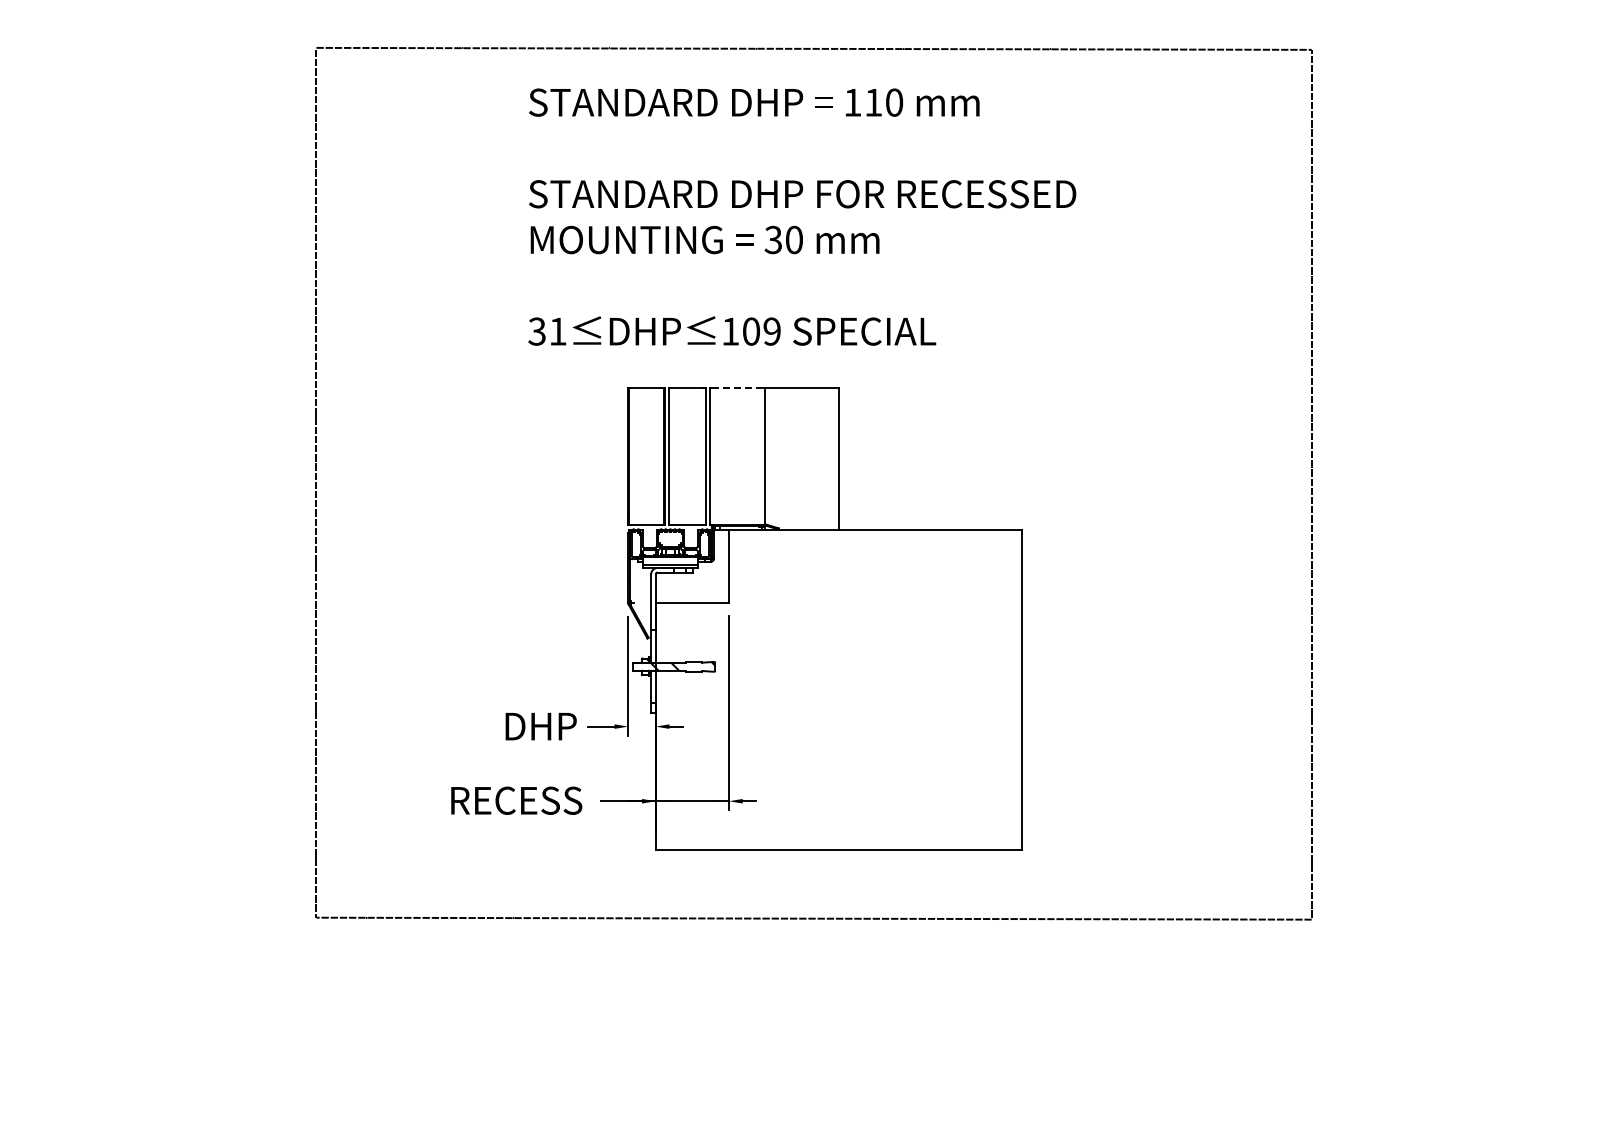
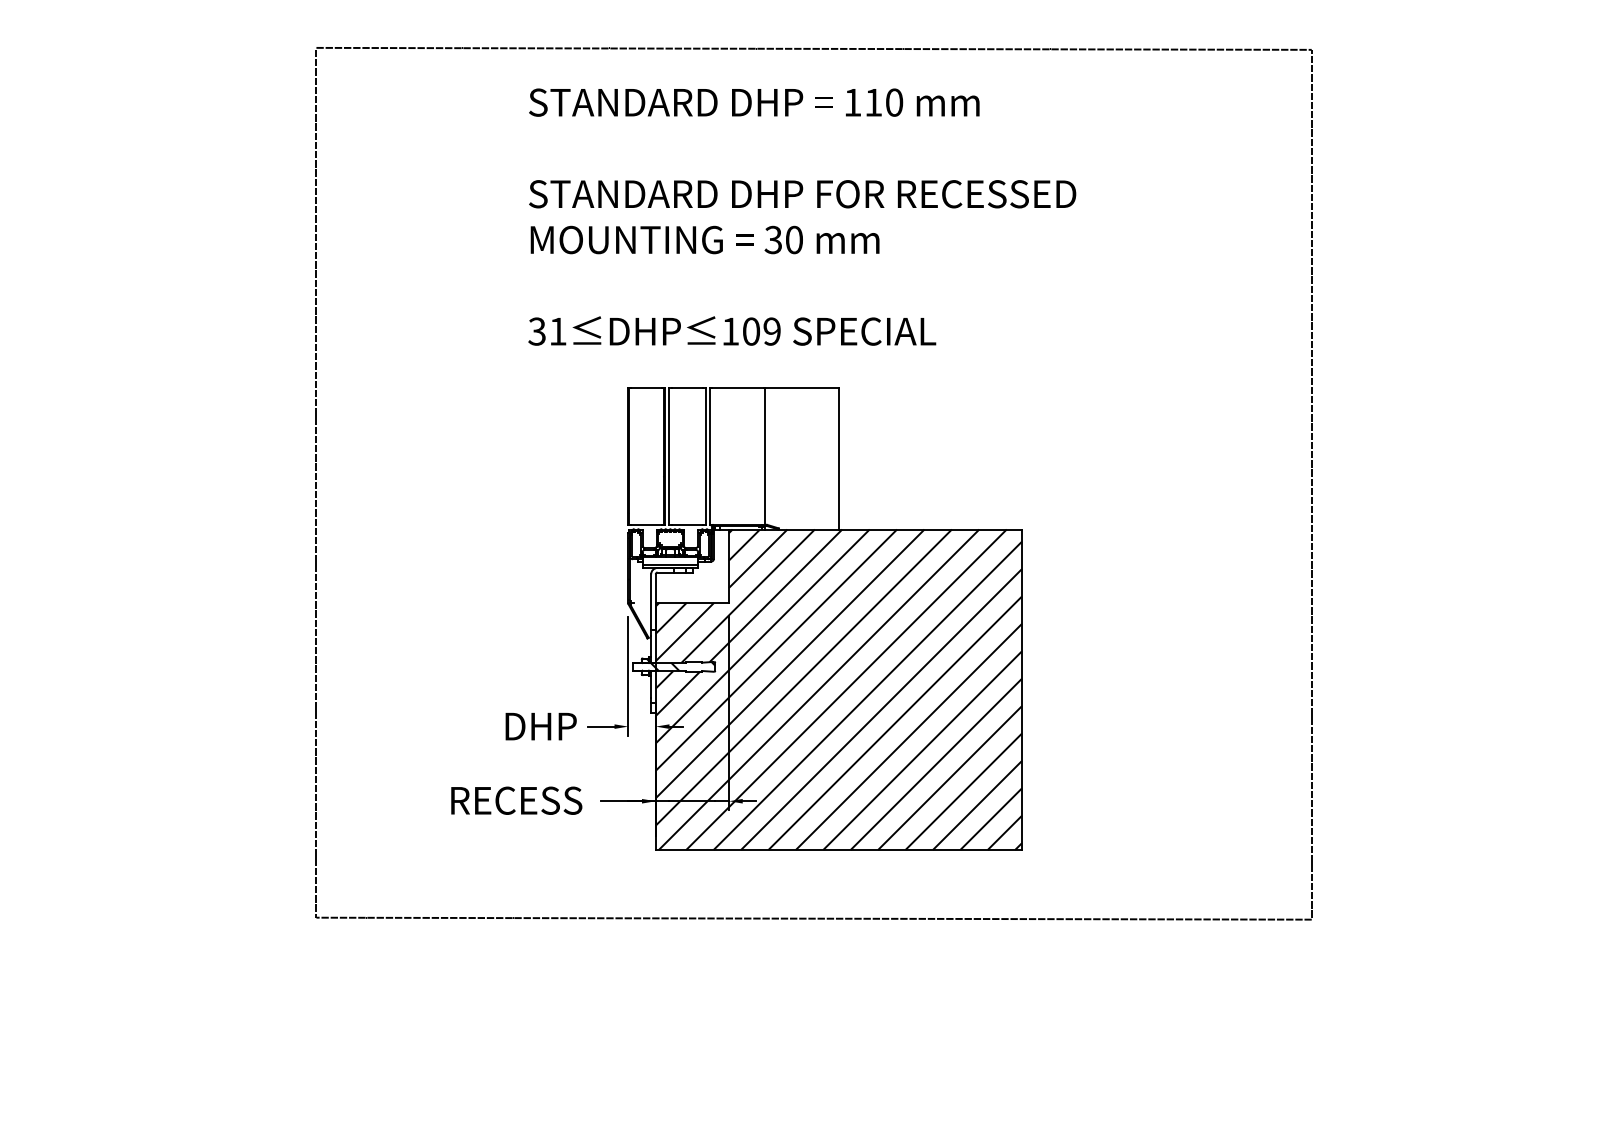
line at (737, 387): dashed -> solid
hatch at (838, 689): none -> present
